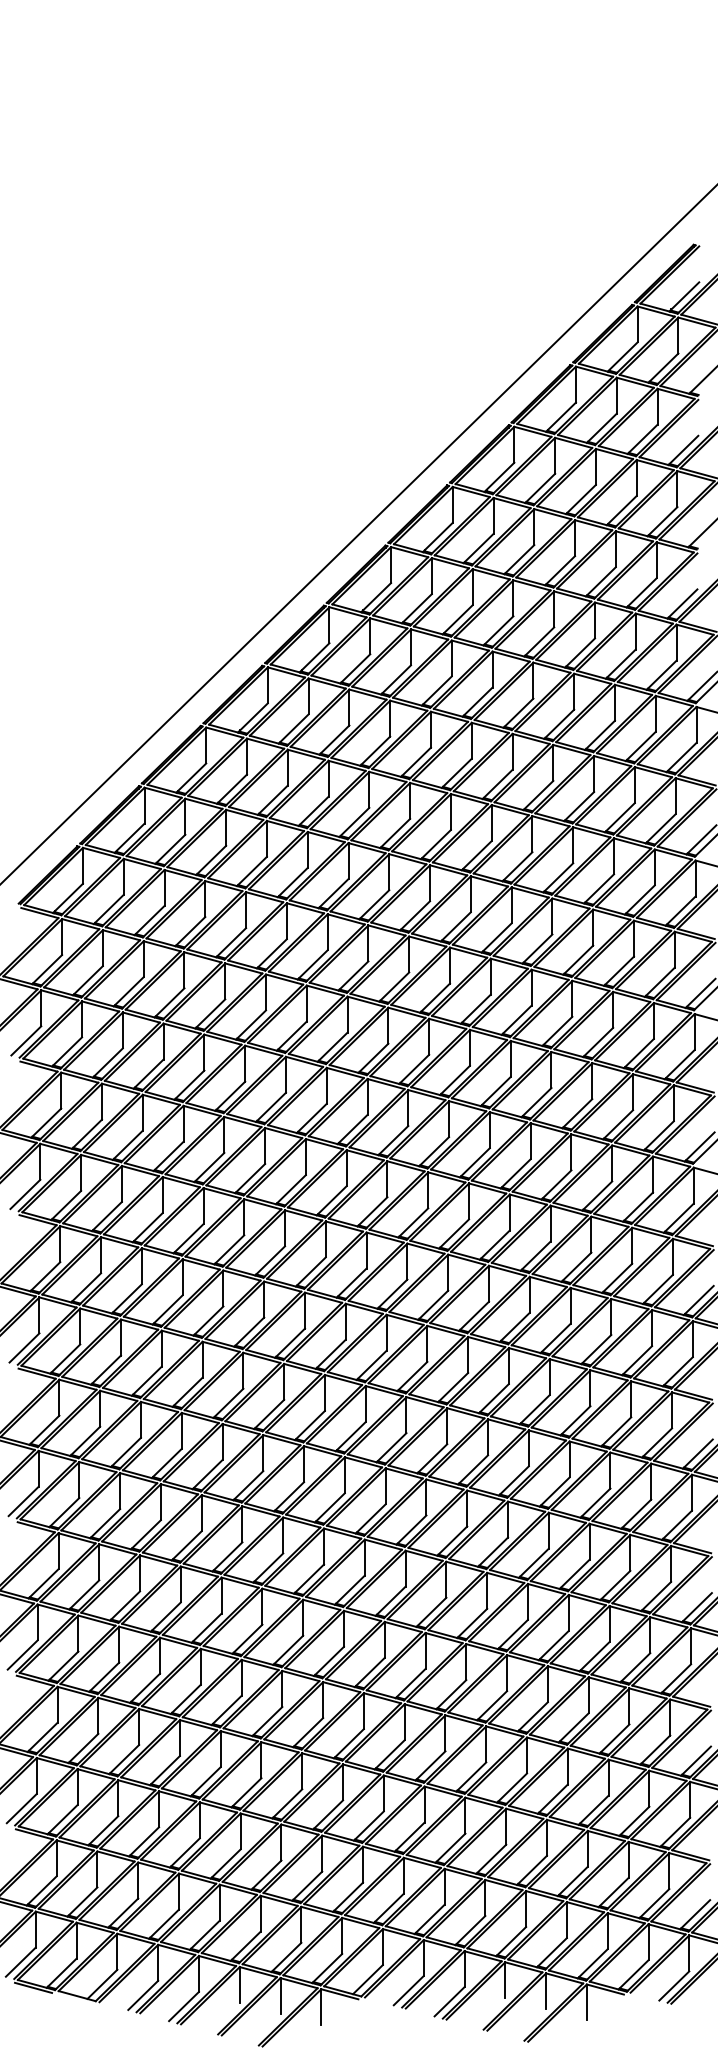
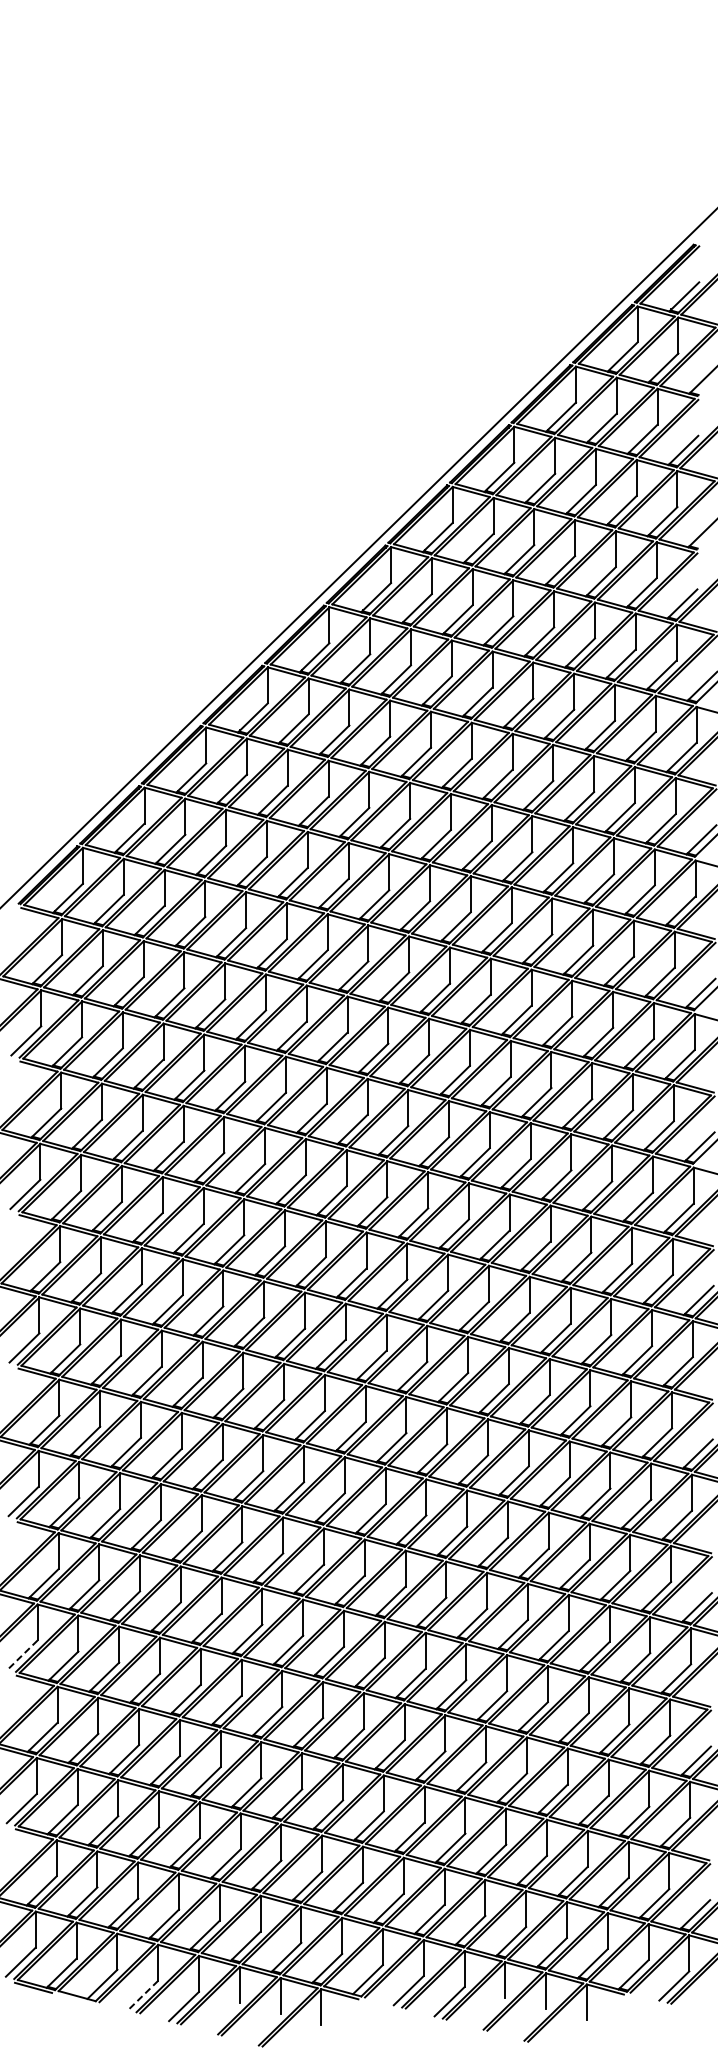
line at (358, 534) position: (358, 534) -> (358, 558)
line at (22, 1655): solid -> dashed
line at (143, 1995): solid -> dashed
